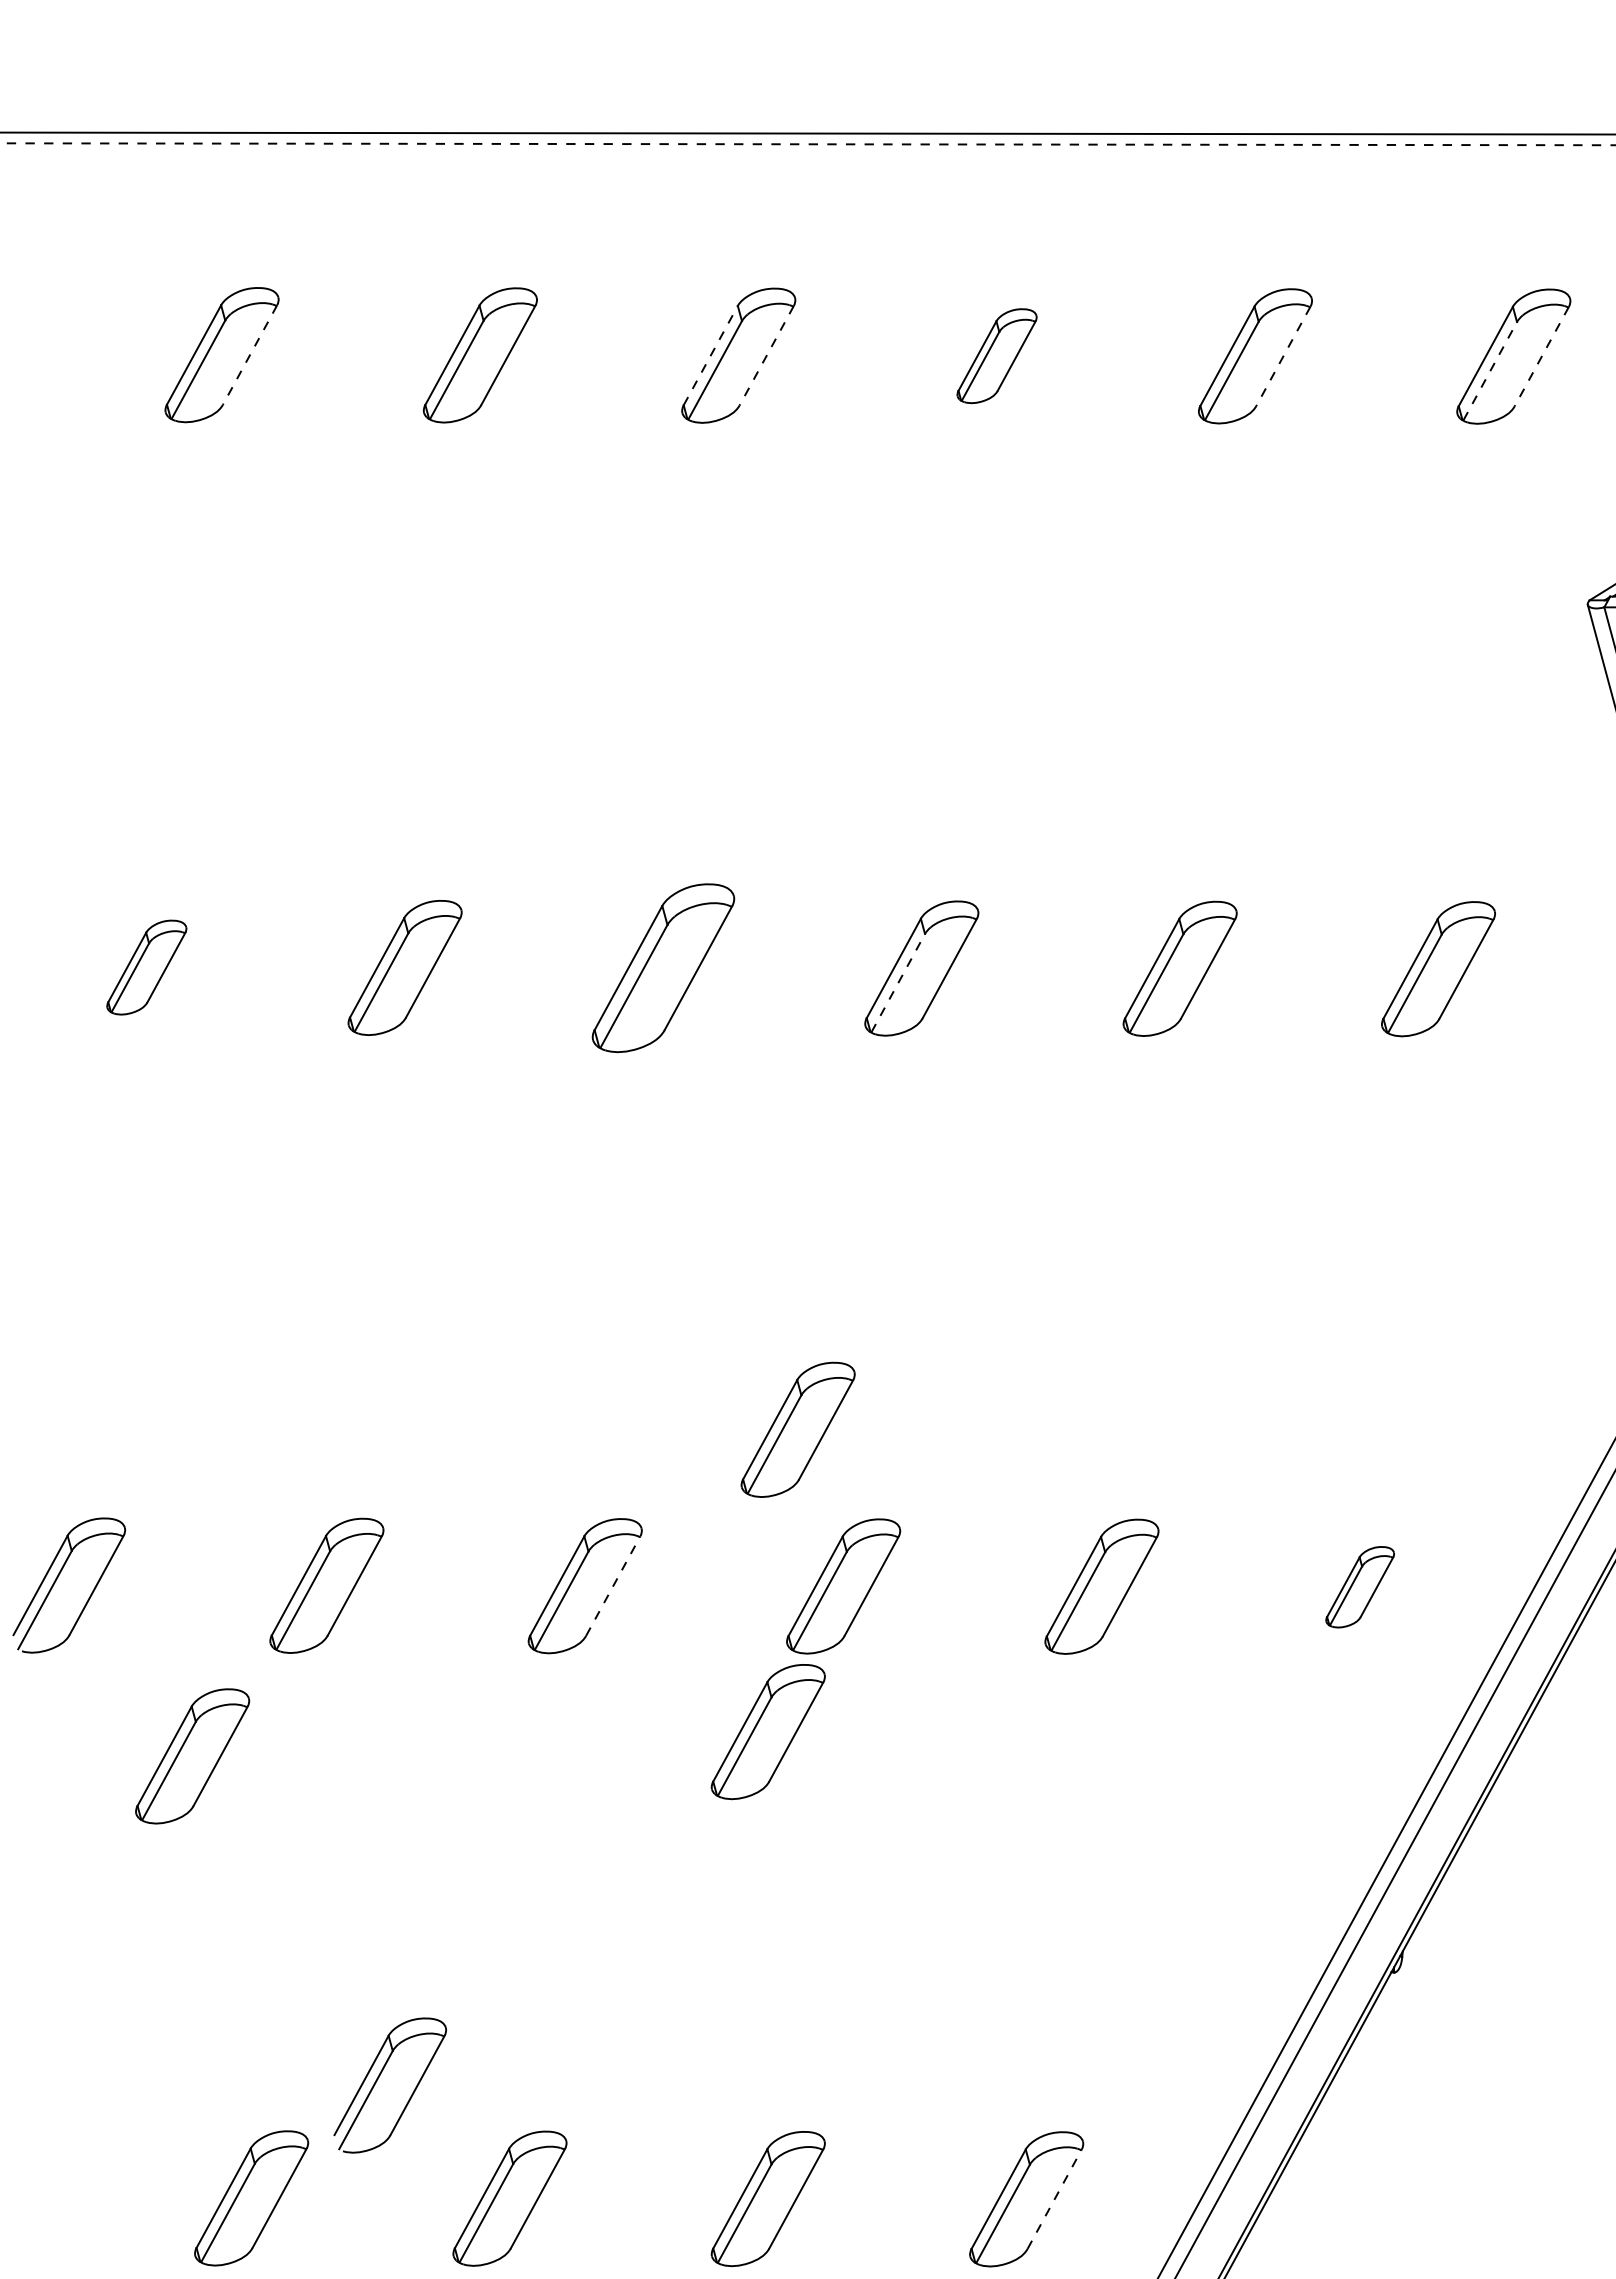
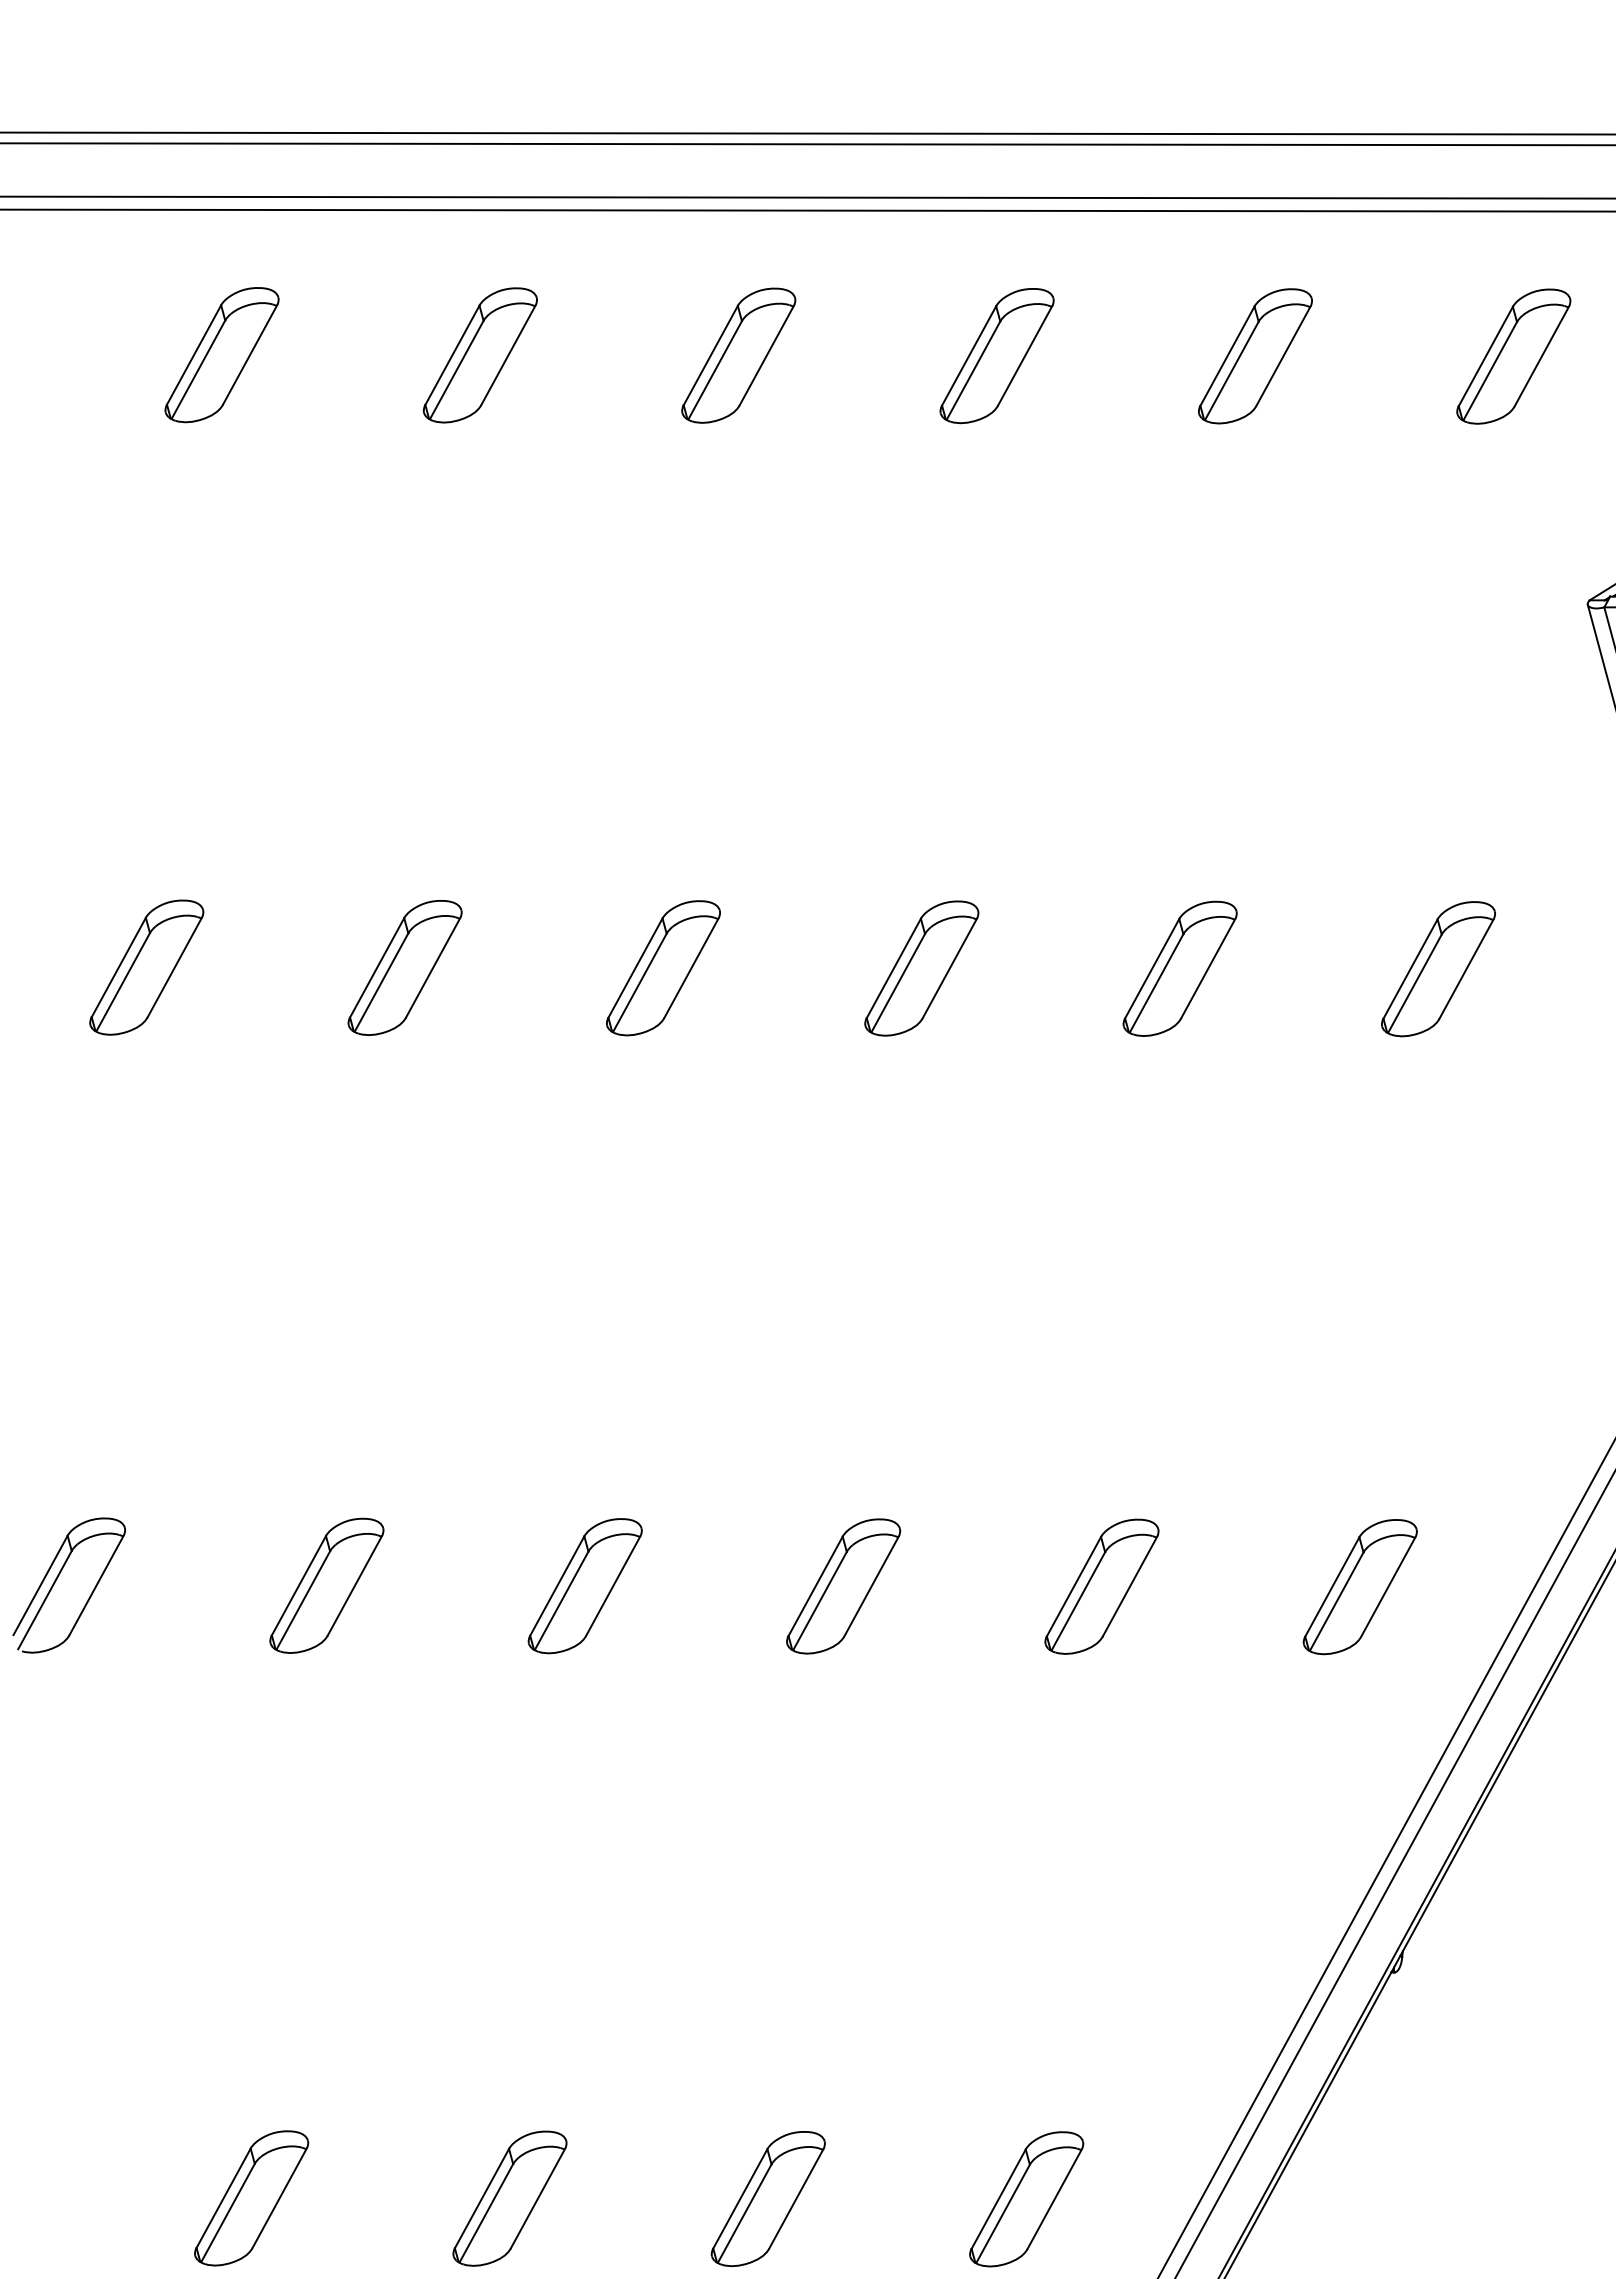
line at (808, 144): dashed -> solid
line at (807, 197): none -> present
line at (807, 210): none -> present
line at (250, 355): dashed -> solid
line at (710, 355): dashed -> solid
line at (766, 355): dashed -> solid
part at (996, 356) size: 82x97 px -> 116x137 px
line at (1283, 356): dashed -> solid
line at (1541, 356): dashed -> solid
line at (1490, 371): dashed -> solid
part at (146, 967) size: 82x97 px -> 116x137 px
part at (663, 968) size: 145x171 px -> 115x137 px
line at (898, 983): dashed -> solid
part at (797, 1429): present -> none
line at (613, 1586): dashed -> solid
part at (1359, 1587) size: 70x83 px -> 116x137 px
part at (767, 1732): present -> none
part at (192, 1756): present -> none
part at (378, 2079): present -> none
line at (1054, 2199): dashed -> solid
